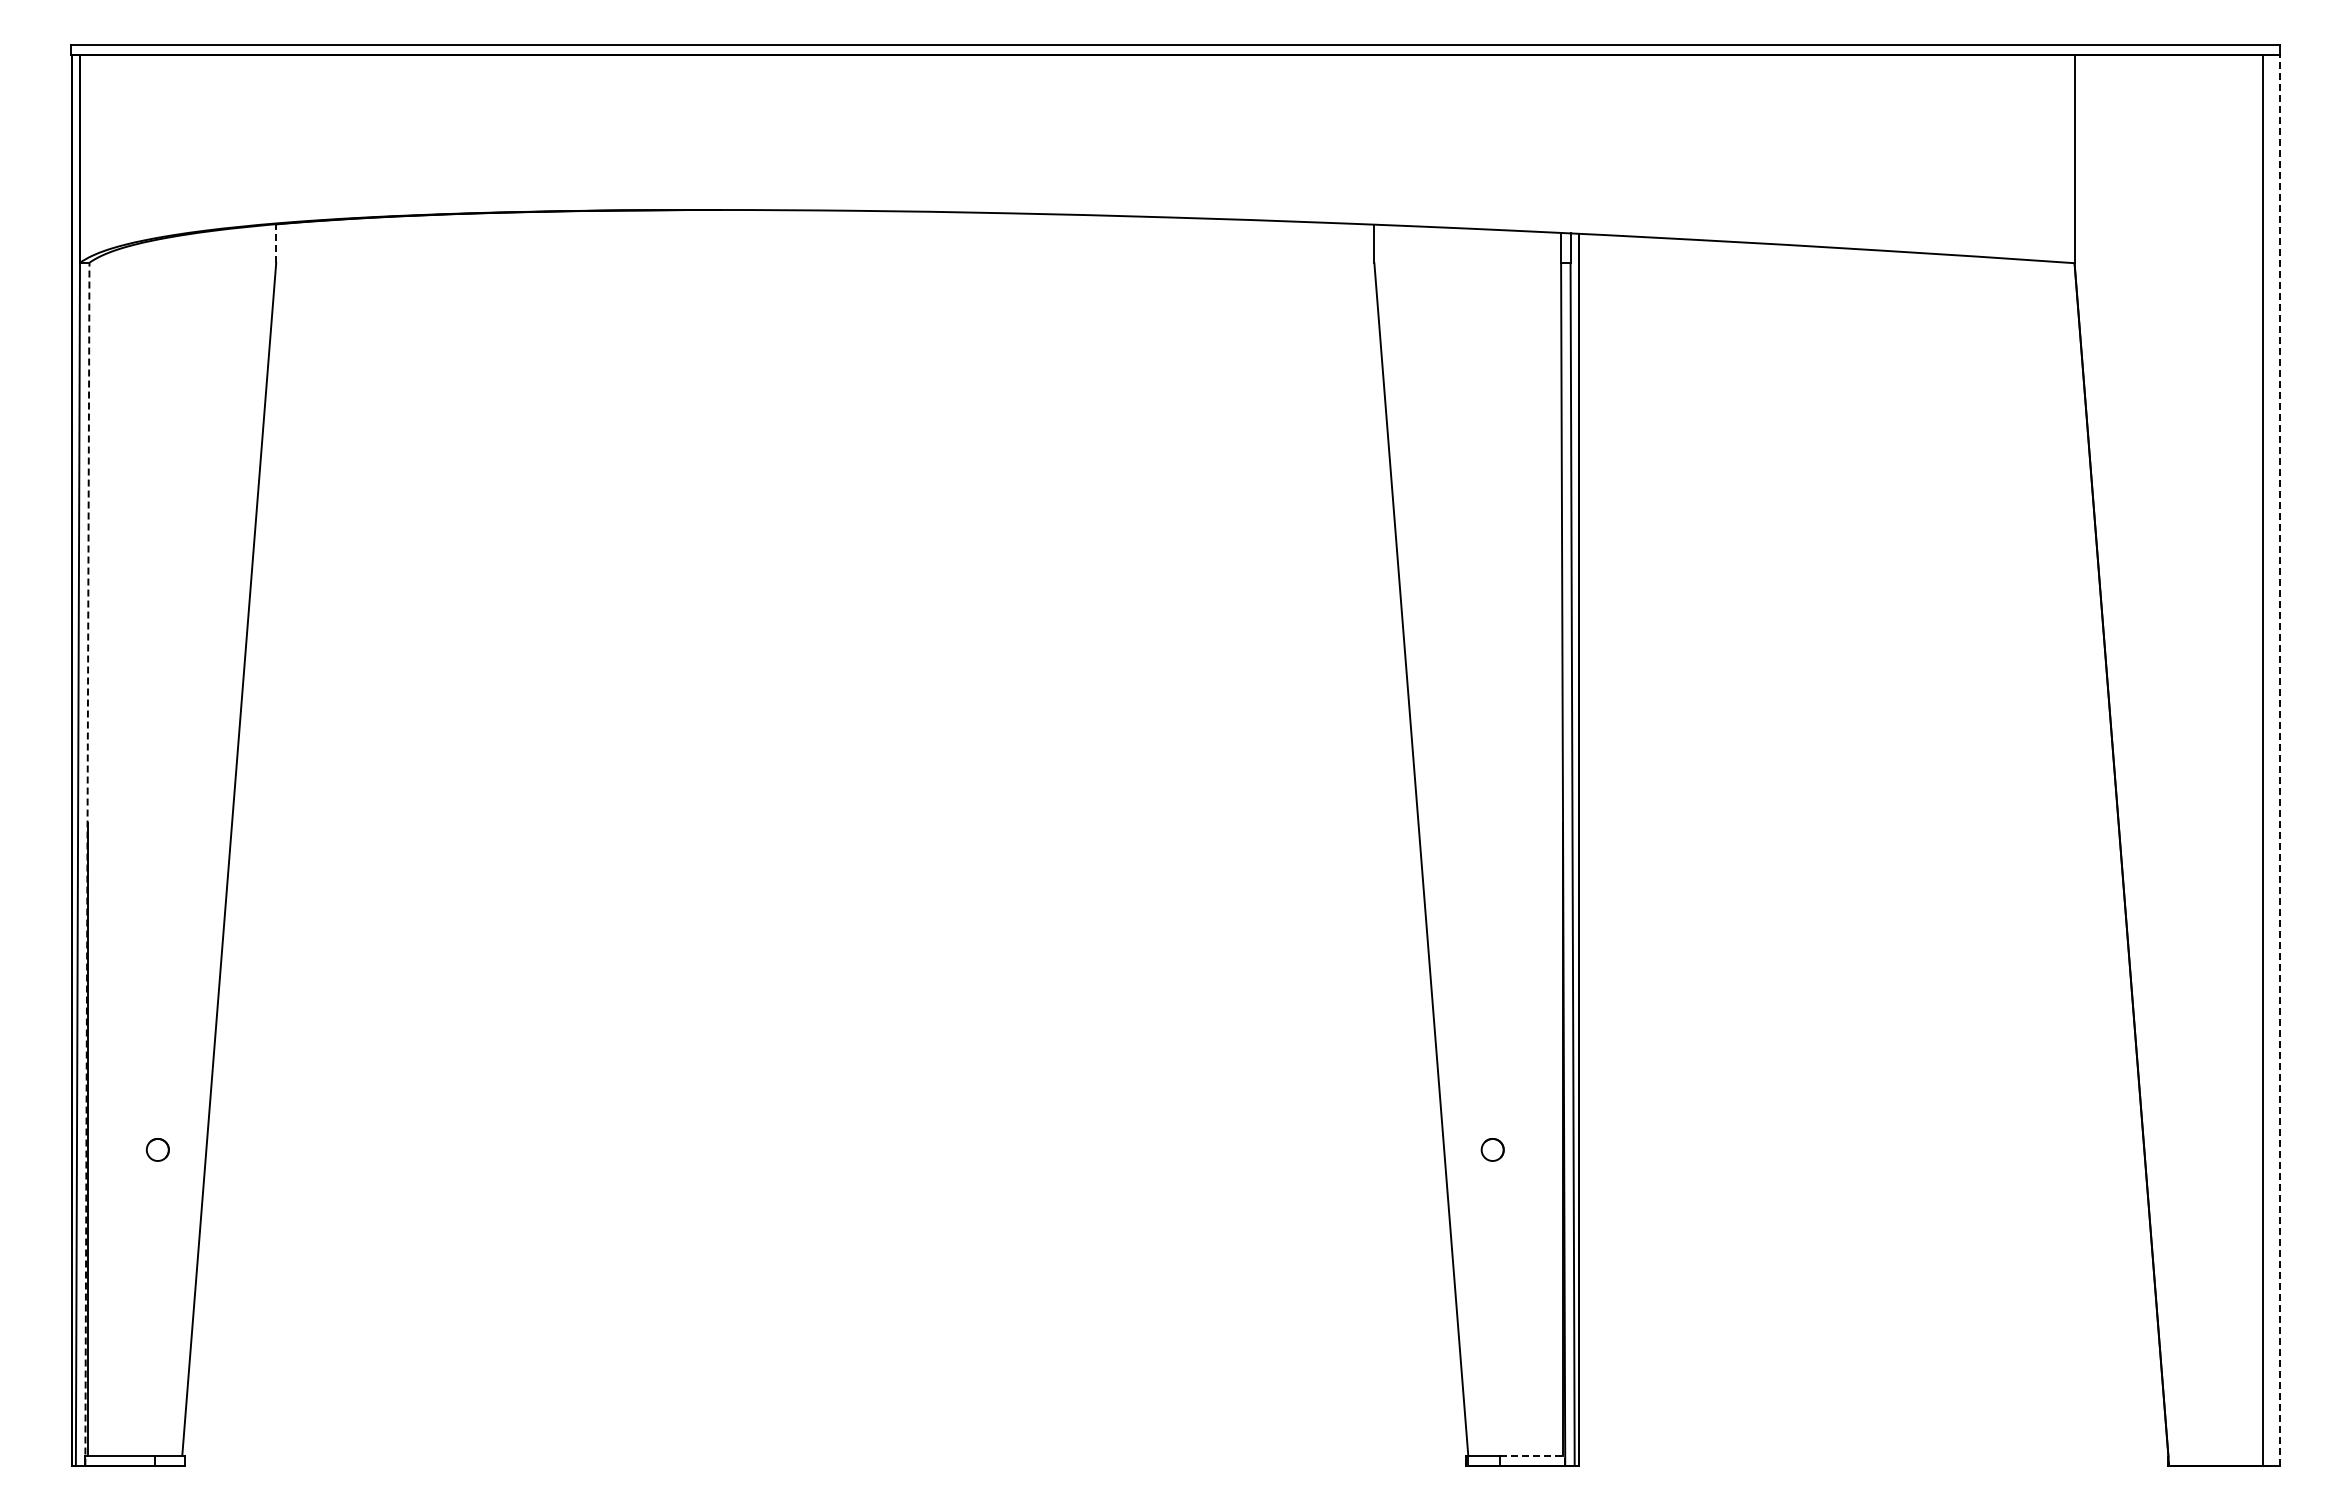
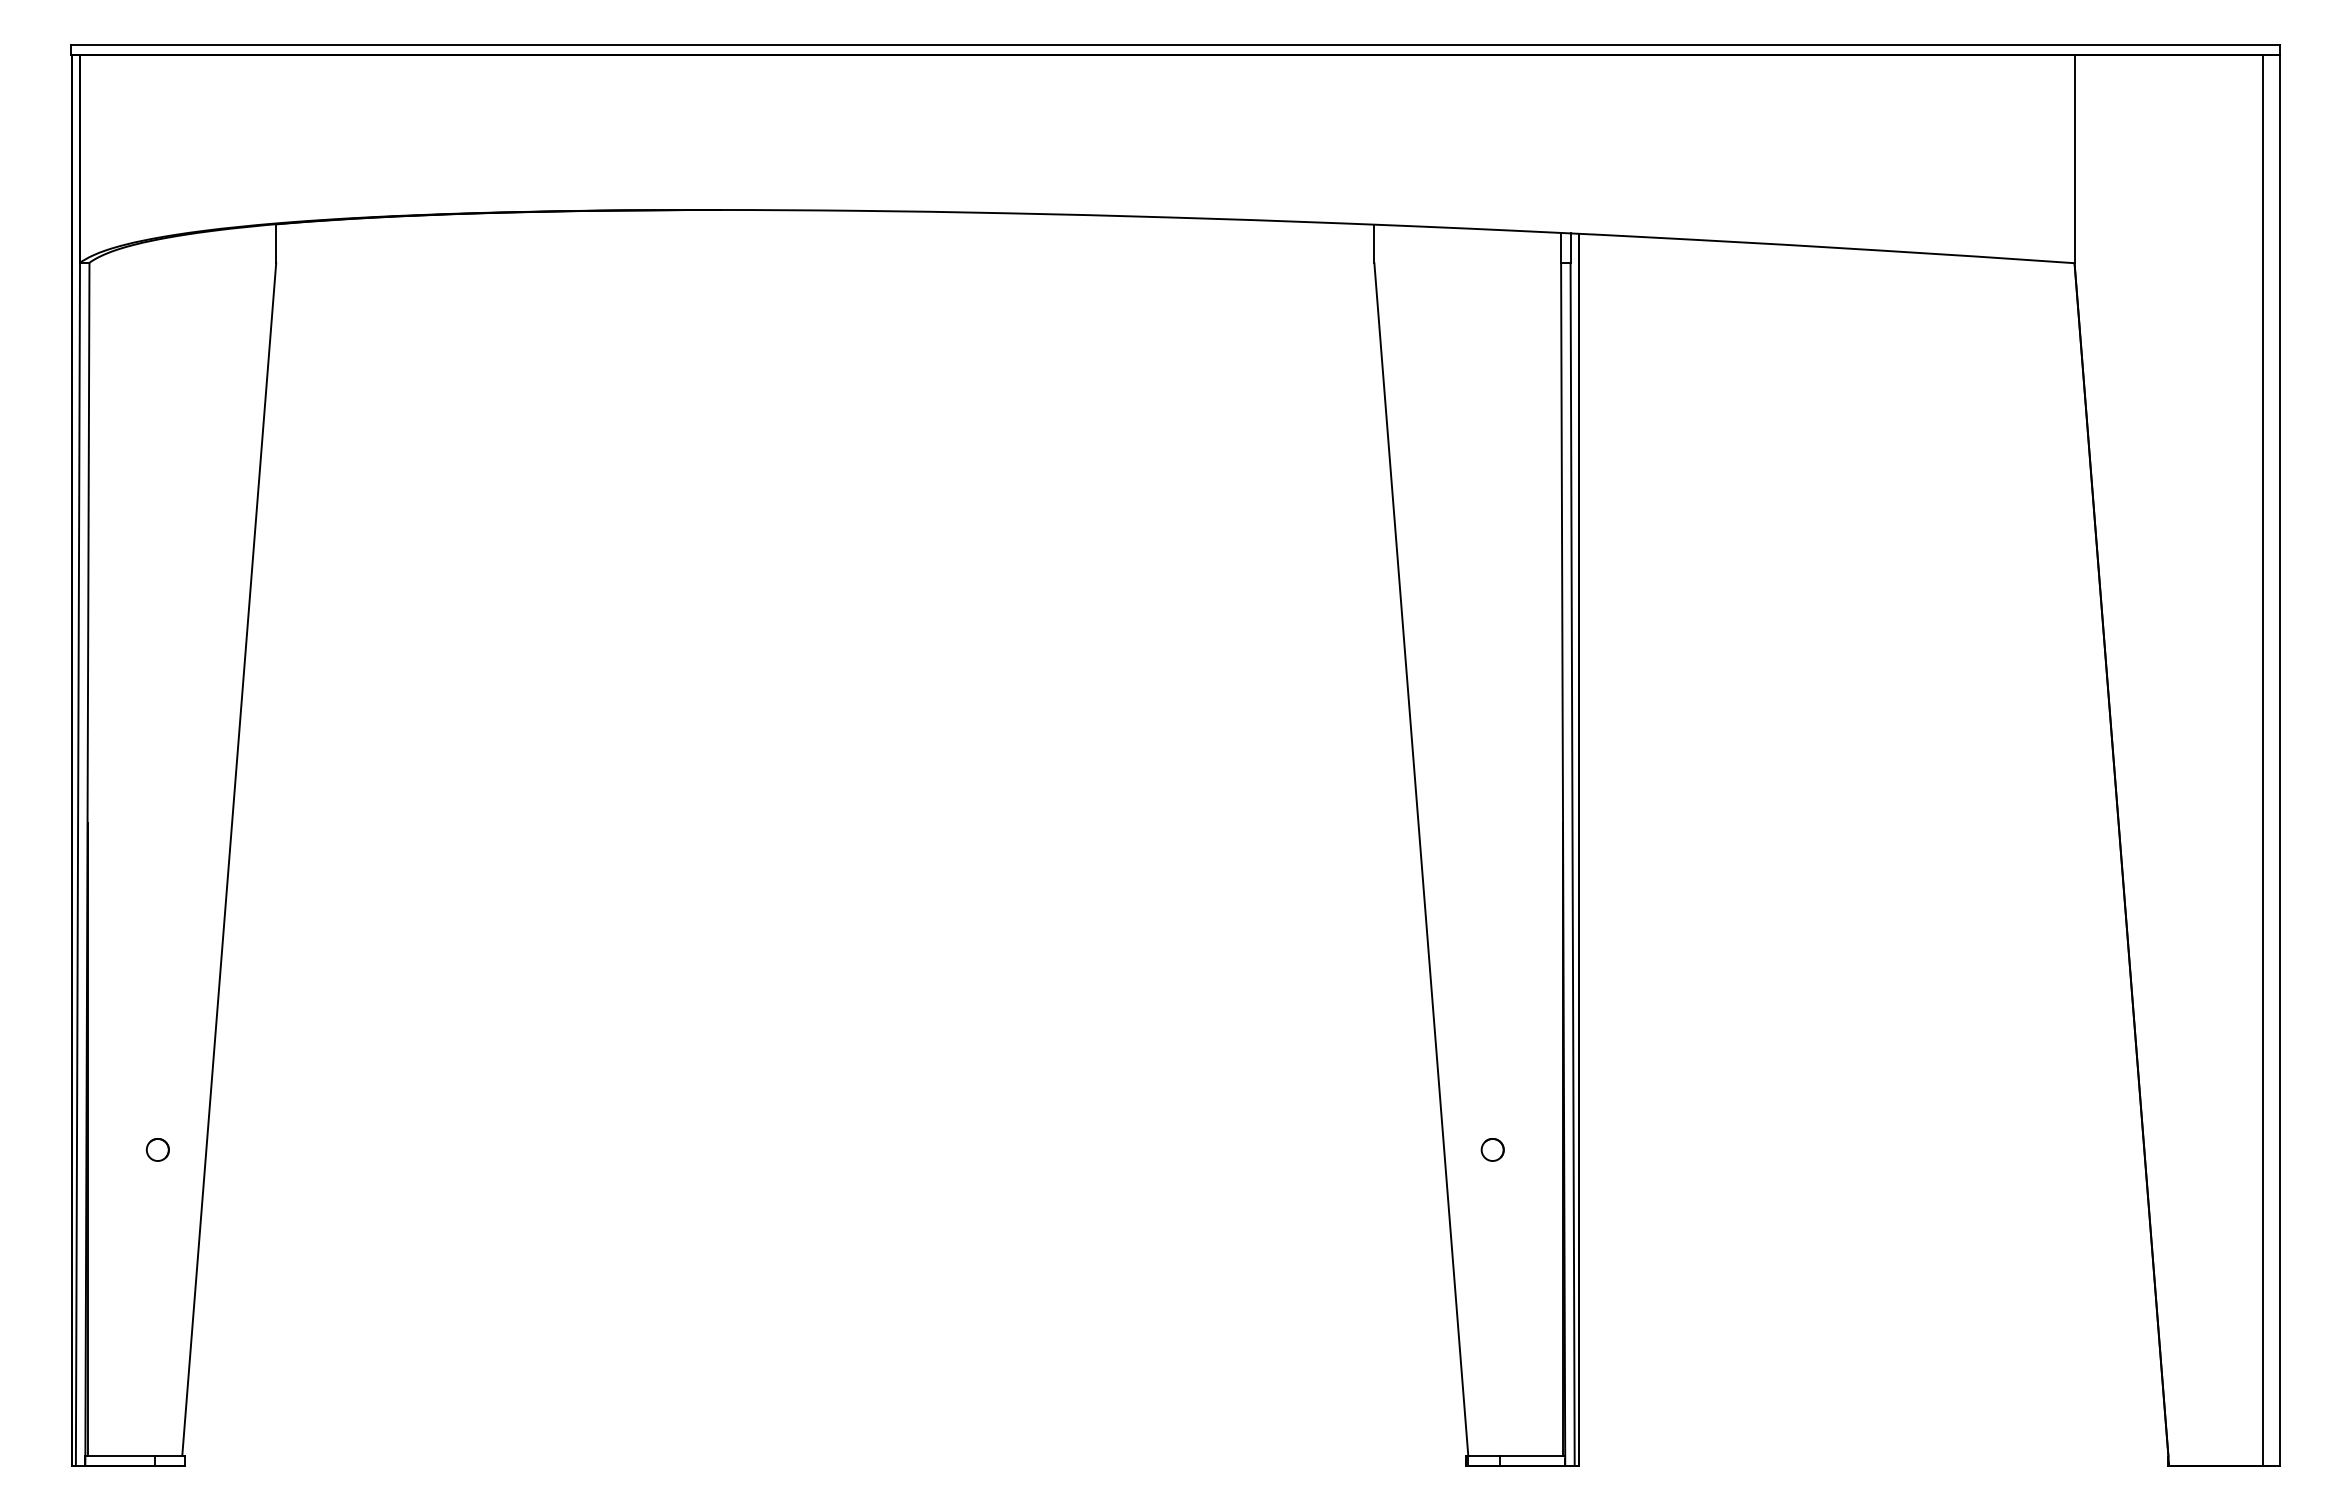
line at (276, 243): dashed -> solid
line at (2279, 759): dashed -> solid
line at (87, 863): dashed -> solid
line at (1532, 1456): dashed -> solid
